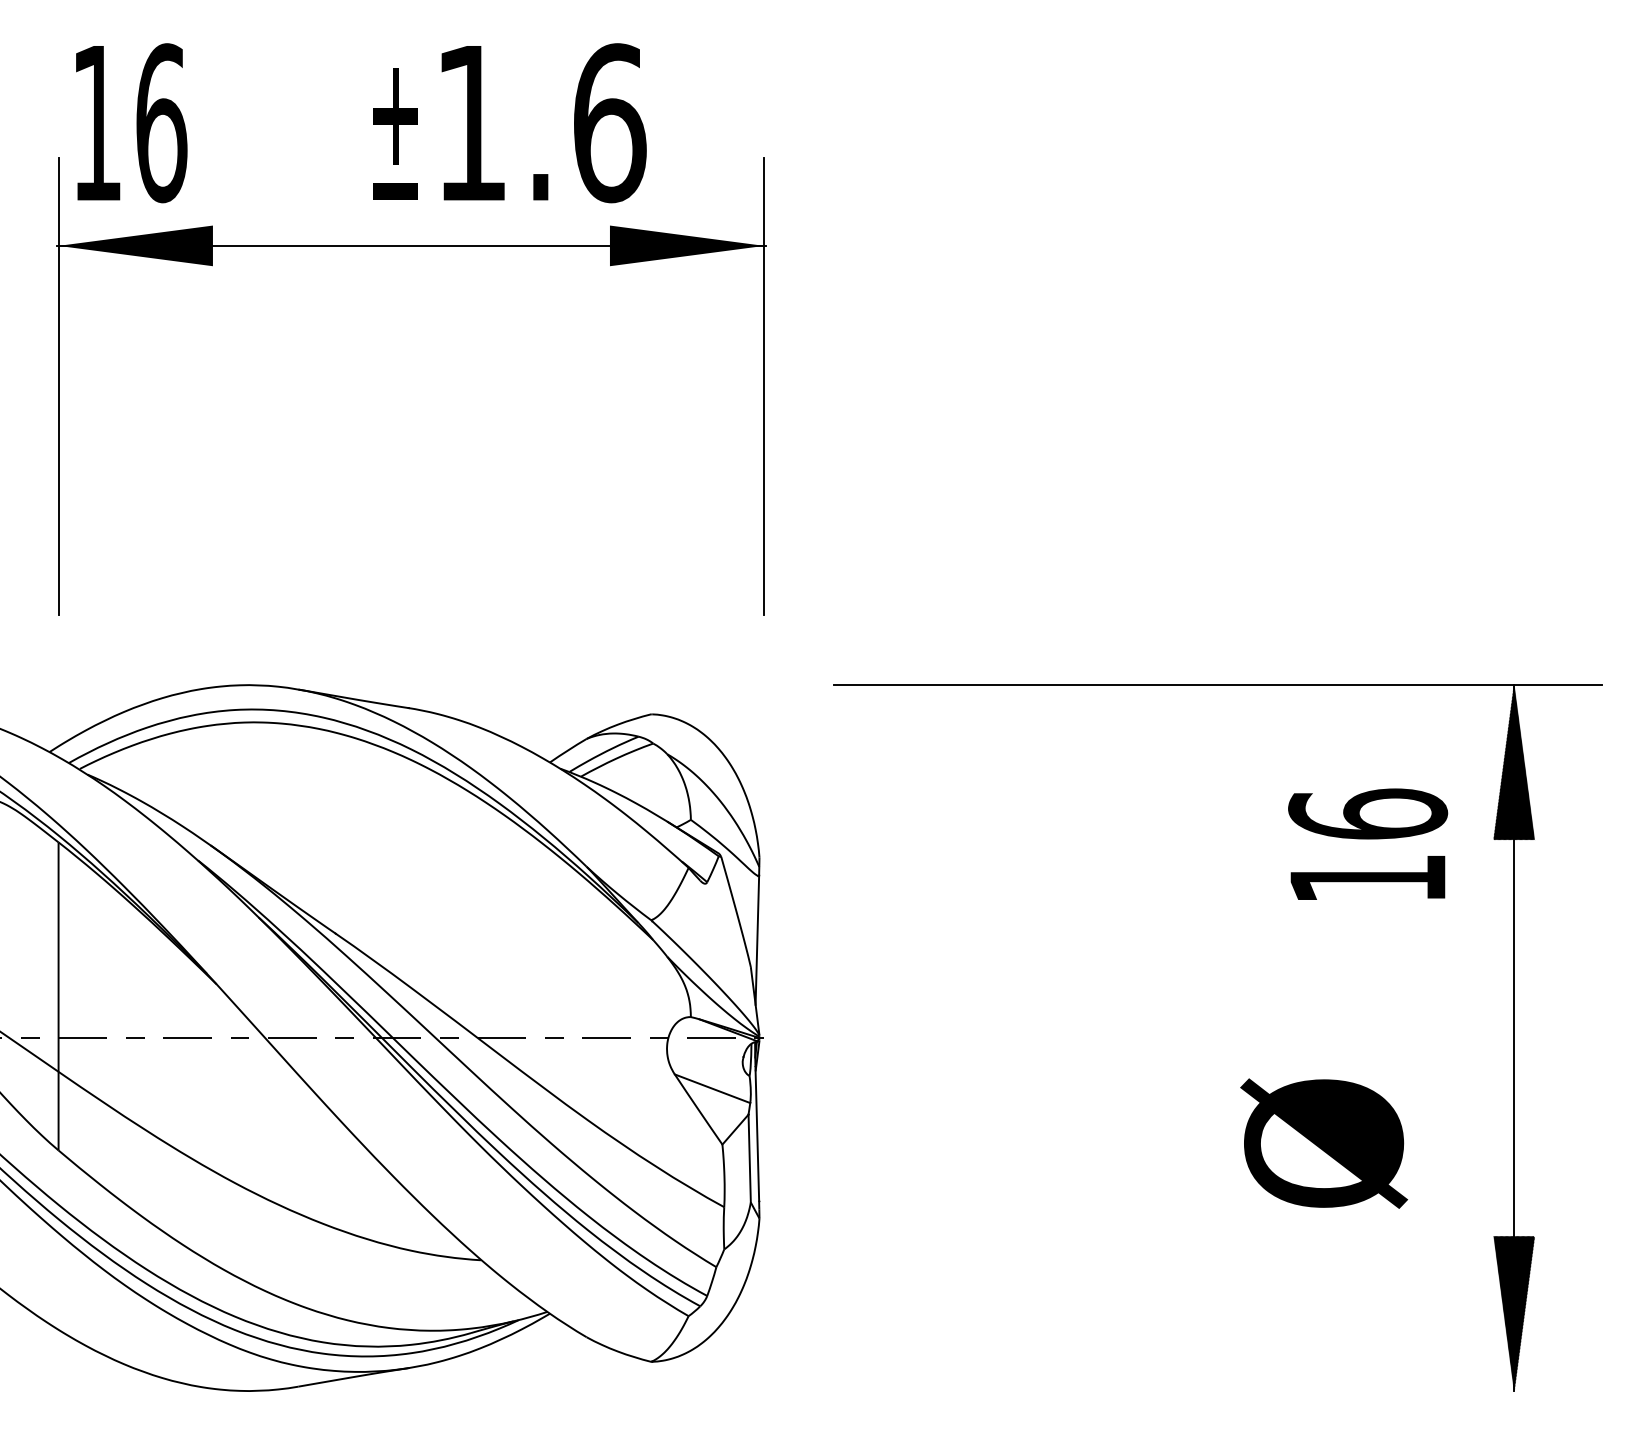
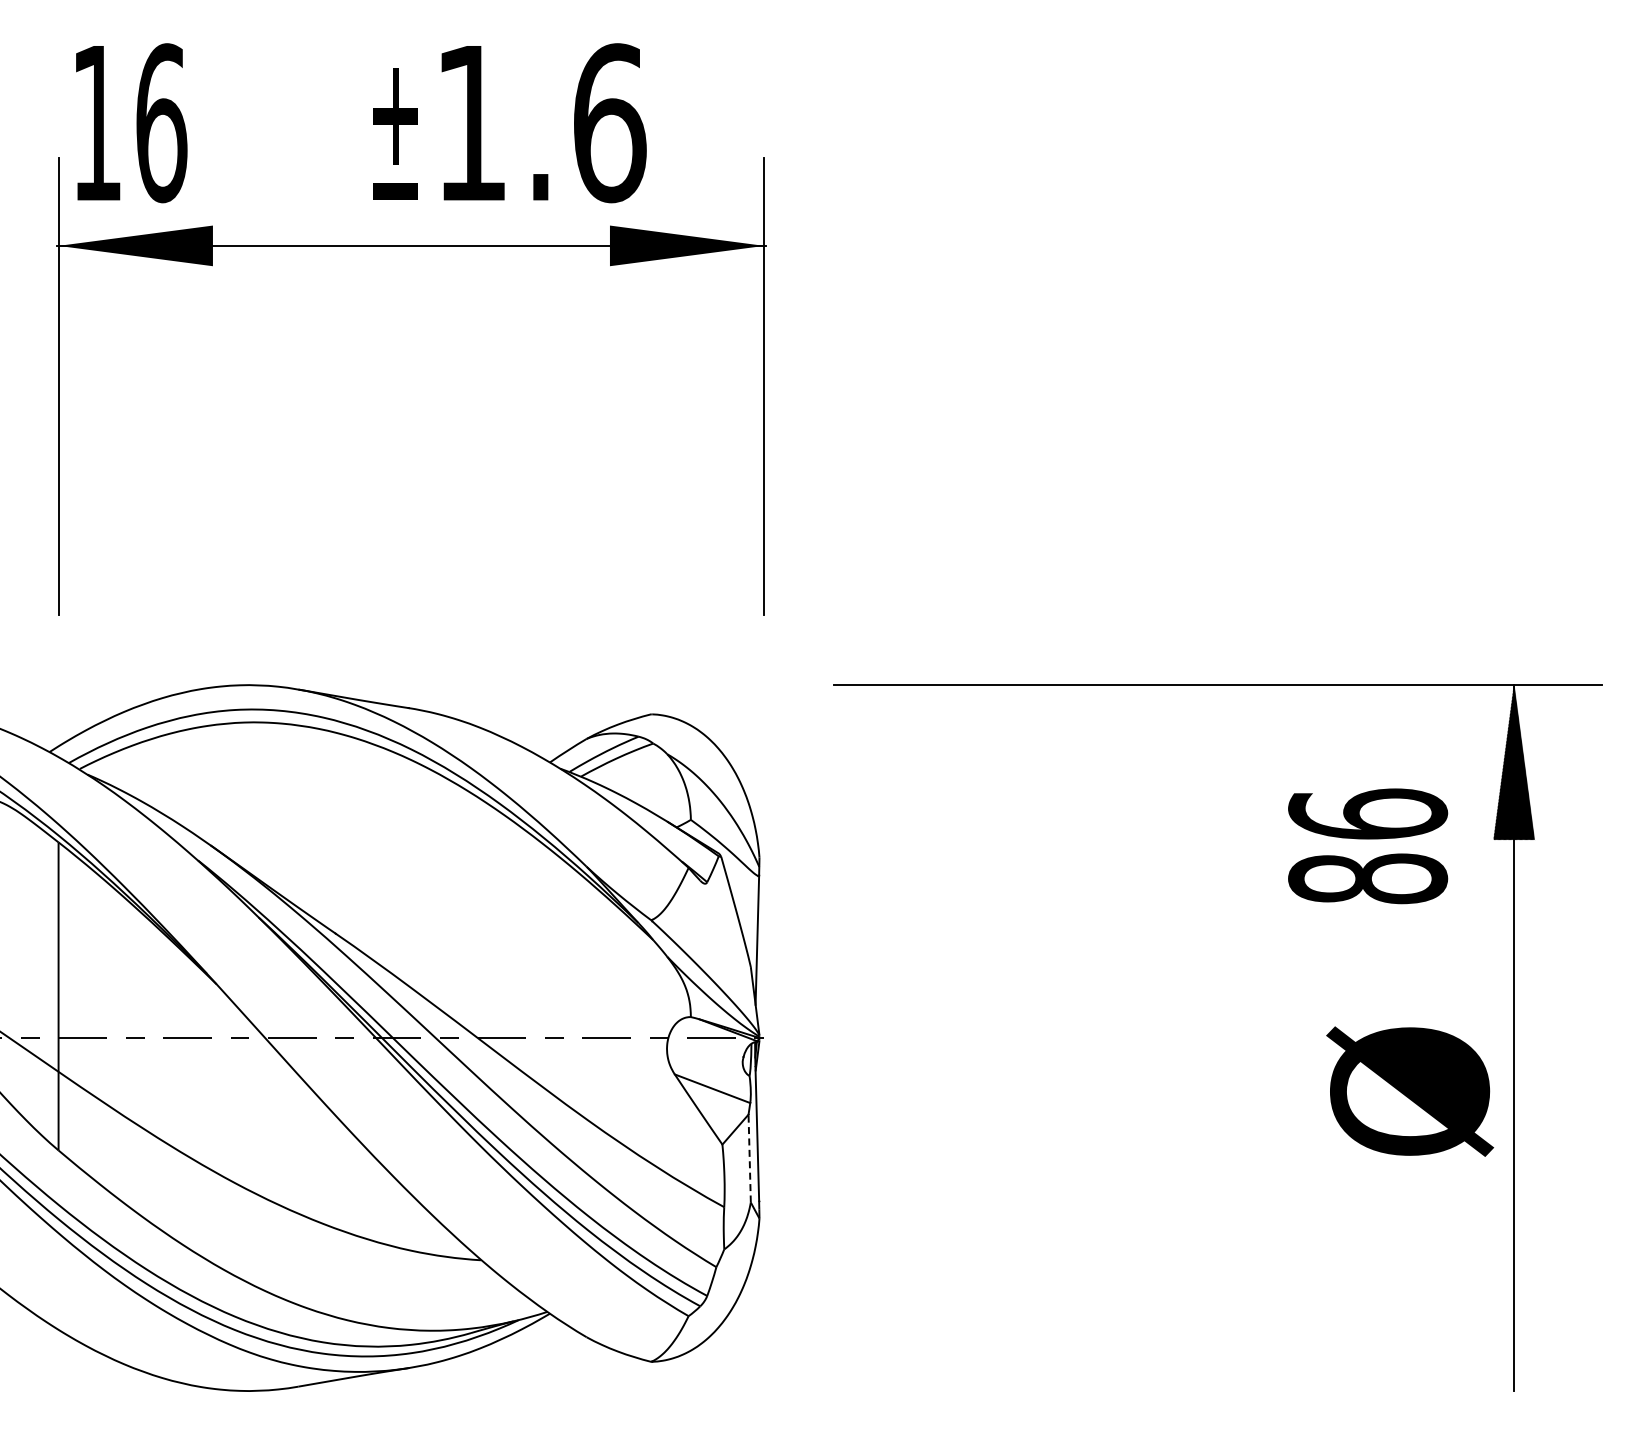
text at (1368, 878): 16 -> 86
text at (1324, 1143) position: (1324, 1143) -> (1410, 1091)
line at (749, 1158): solid -> dashed
hatch at (1513, 1313): present -> none
